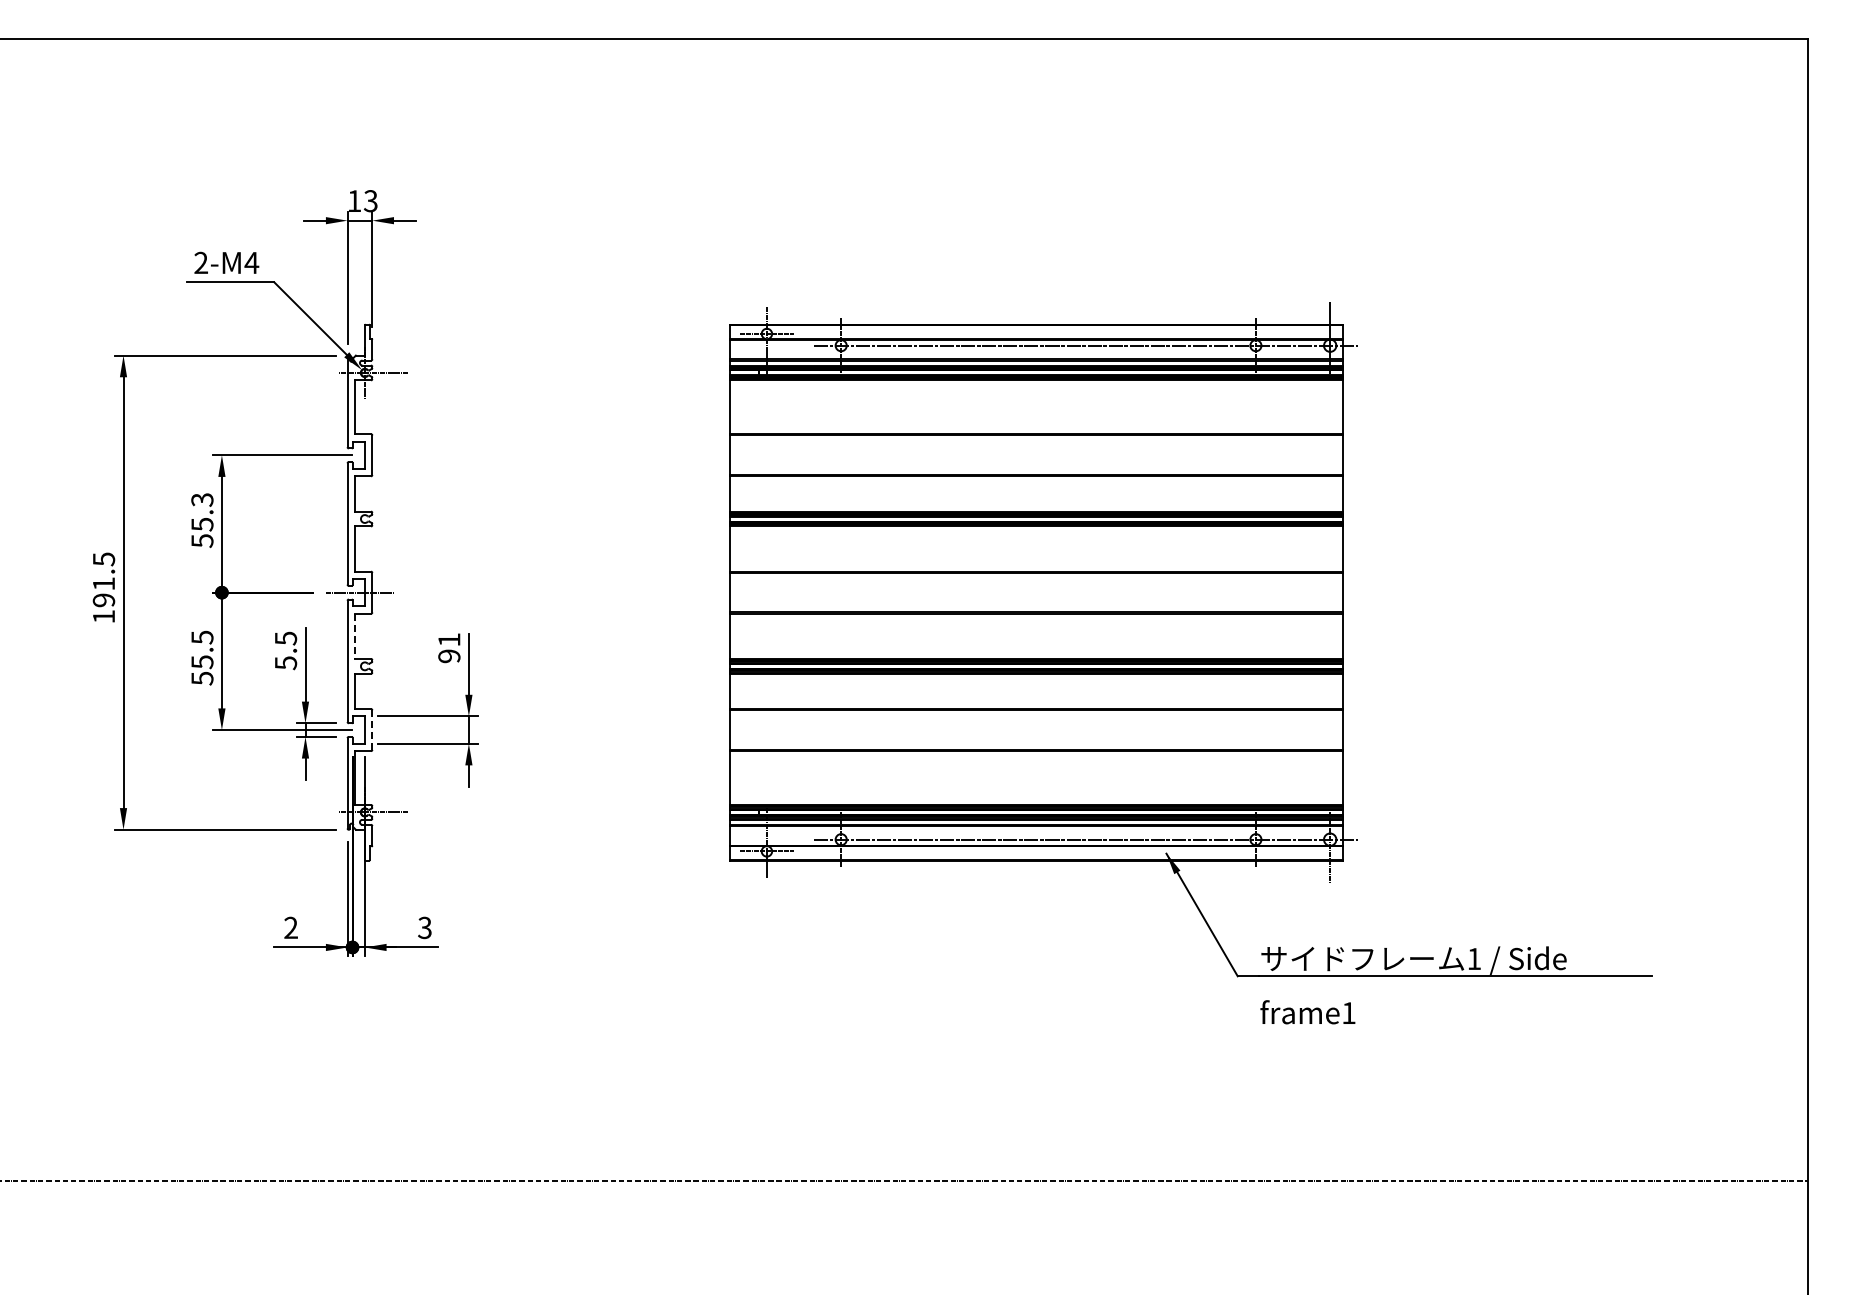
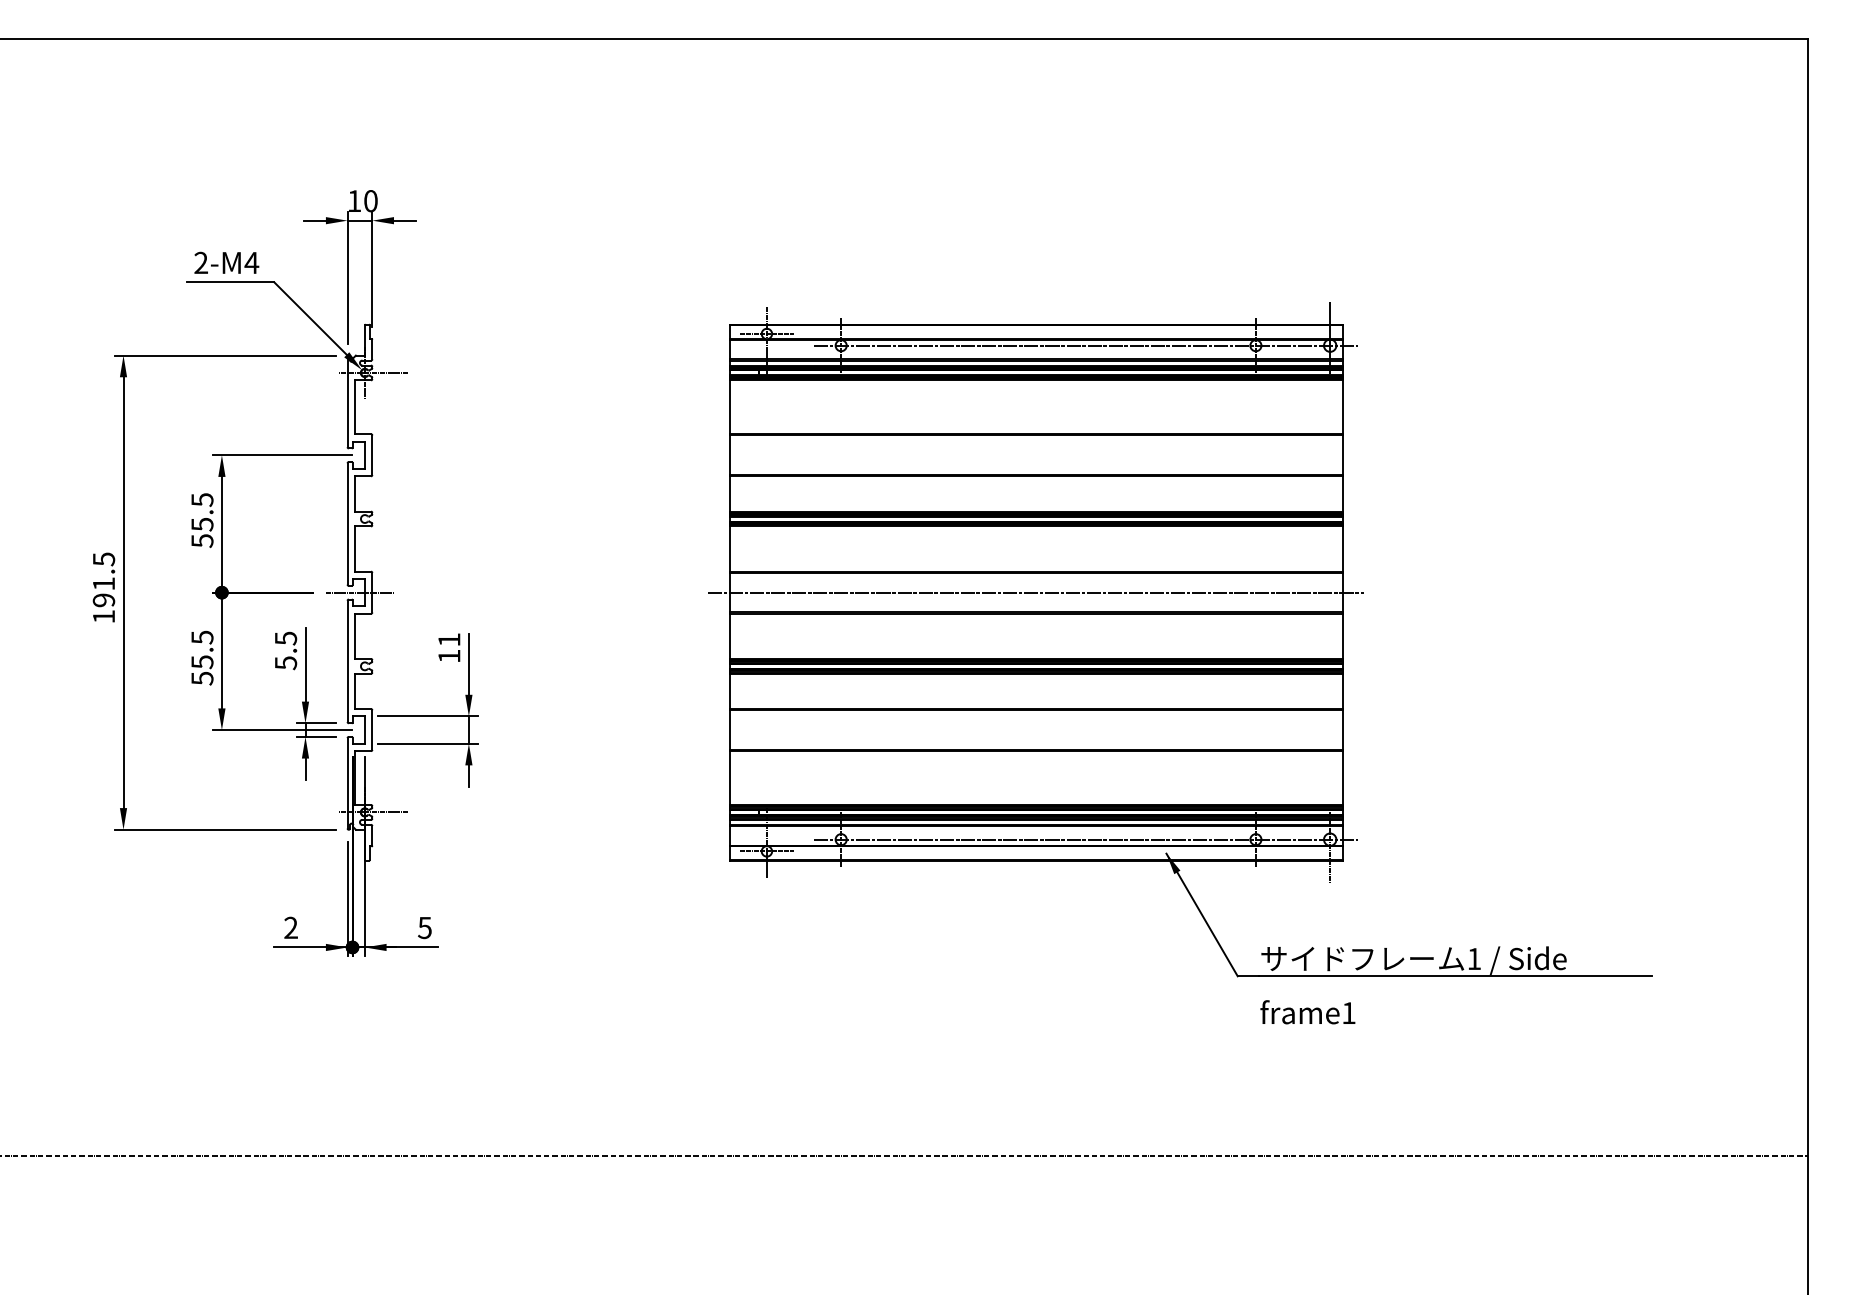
text at (370, 201): 13 -> 10
text at (201, 499): 55.3 -> 55.5
line at (1036, 592): none -> present
line at (355, 636): dashed -> solid
text at (449, 656): 91 -> 11
line at (372, 730): dashed -> solid
text at (424, 927): 3 -> 5
line at (905, 1181) position: (905, 1181) -> (905, 1156)
